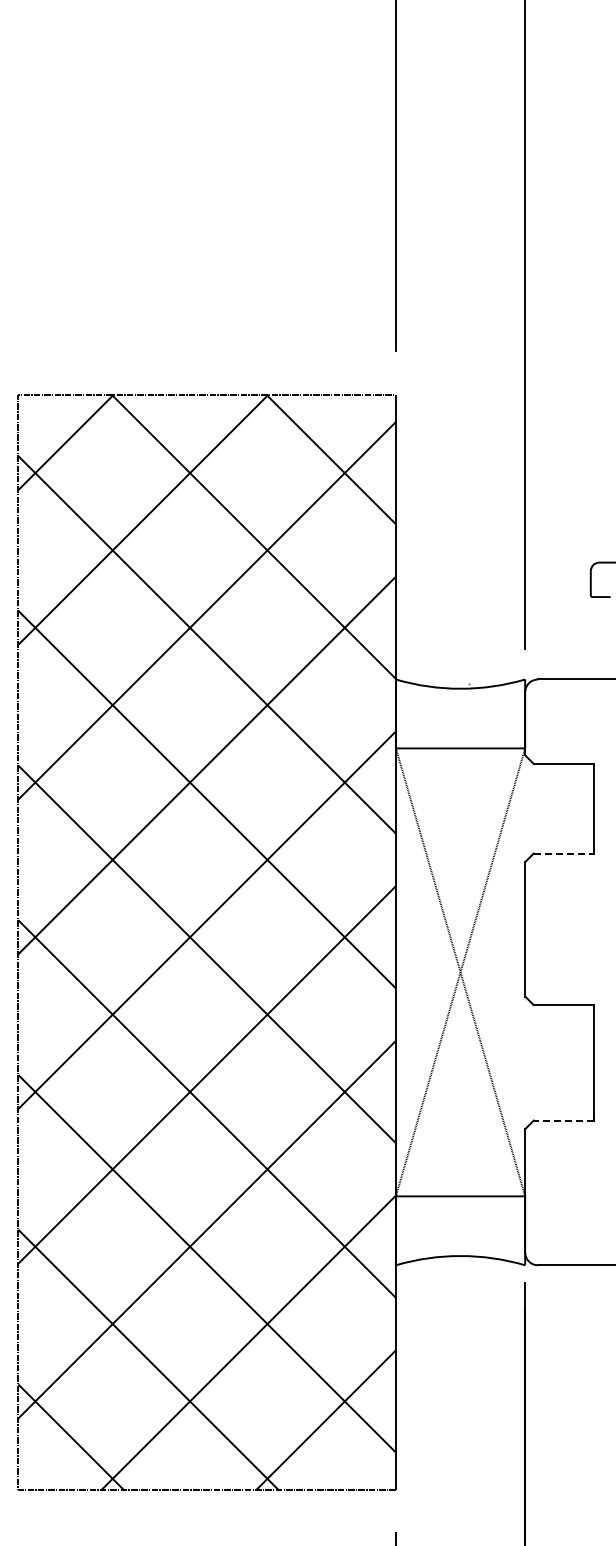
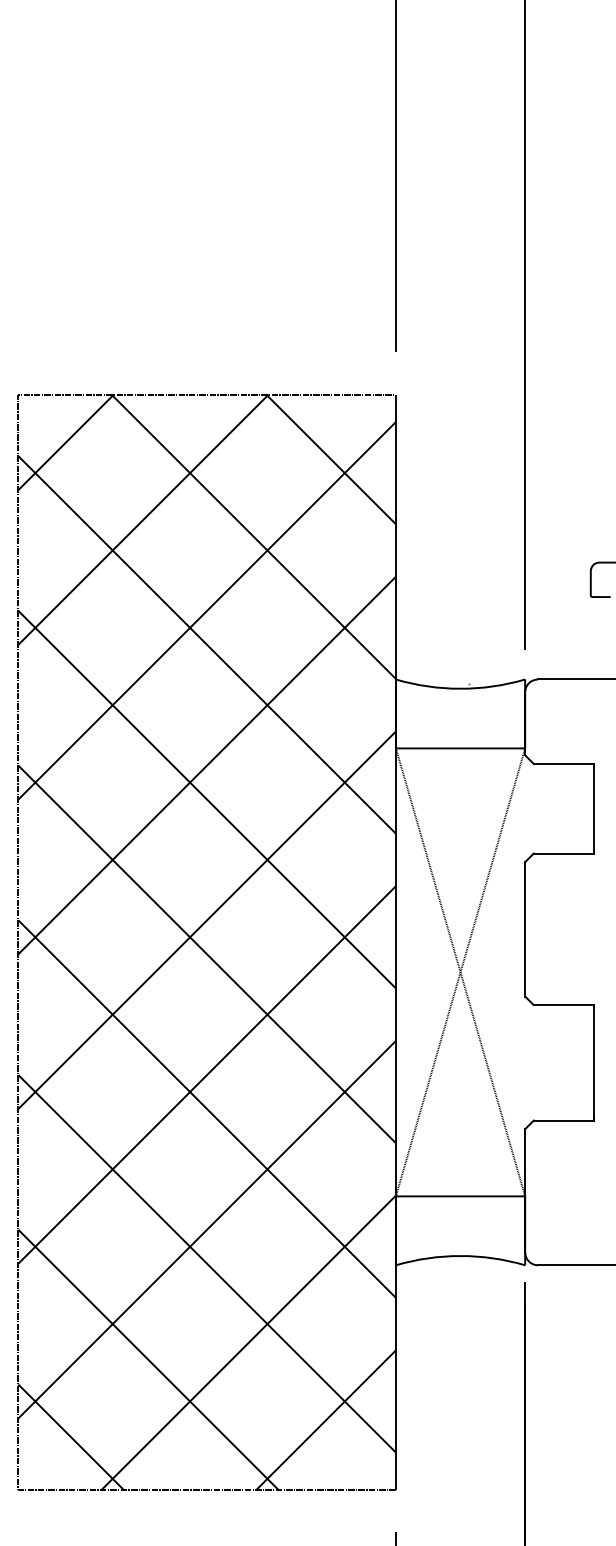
line at (564, 853): dashed -> solid
line at (563, 1120): dashed -> solid
